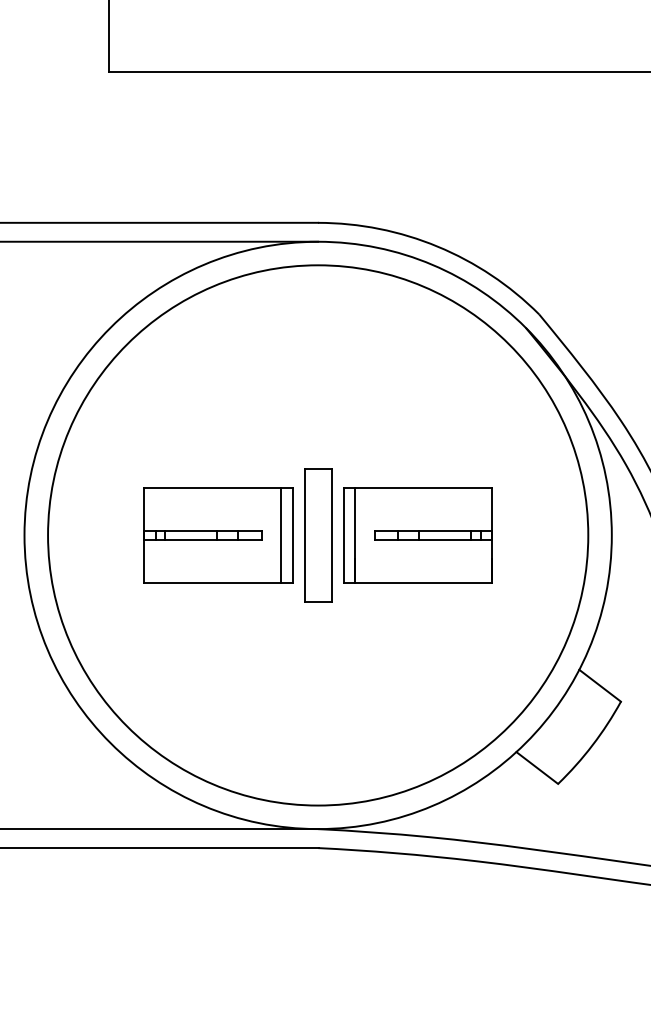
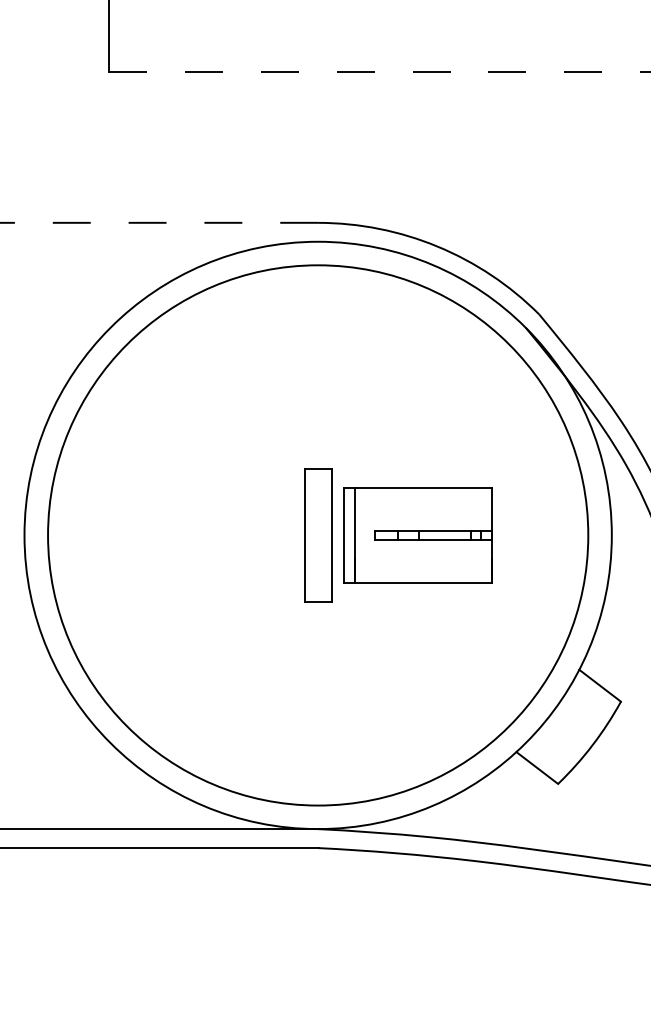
line at (380, 71): solid -> dashed
line at (159, 222): solid -> dashed
line at (160, 241): present -> none
part at (218, 535): present -> none
